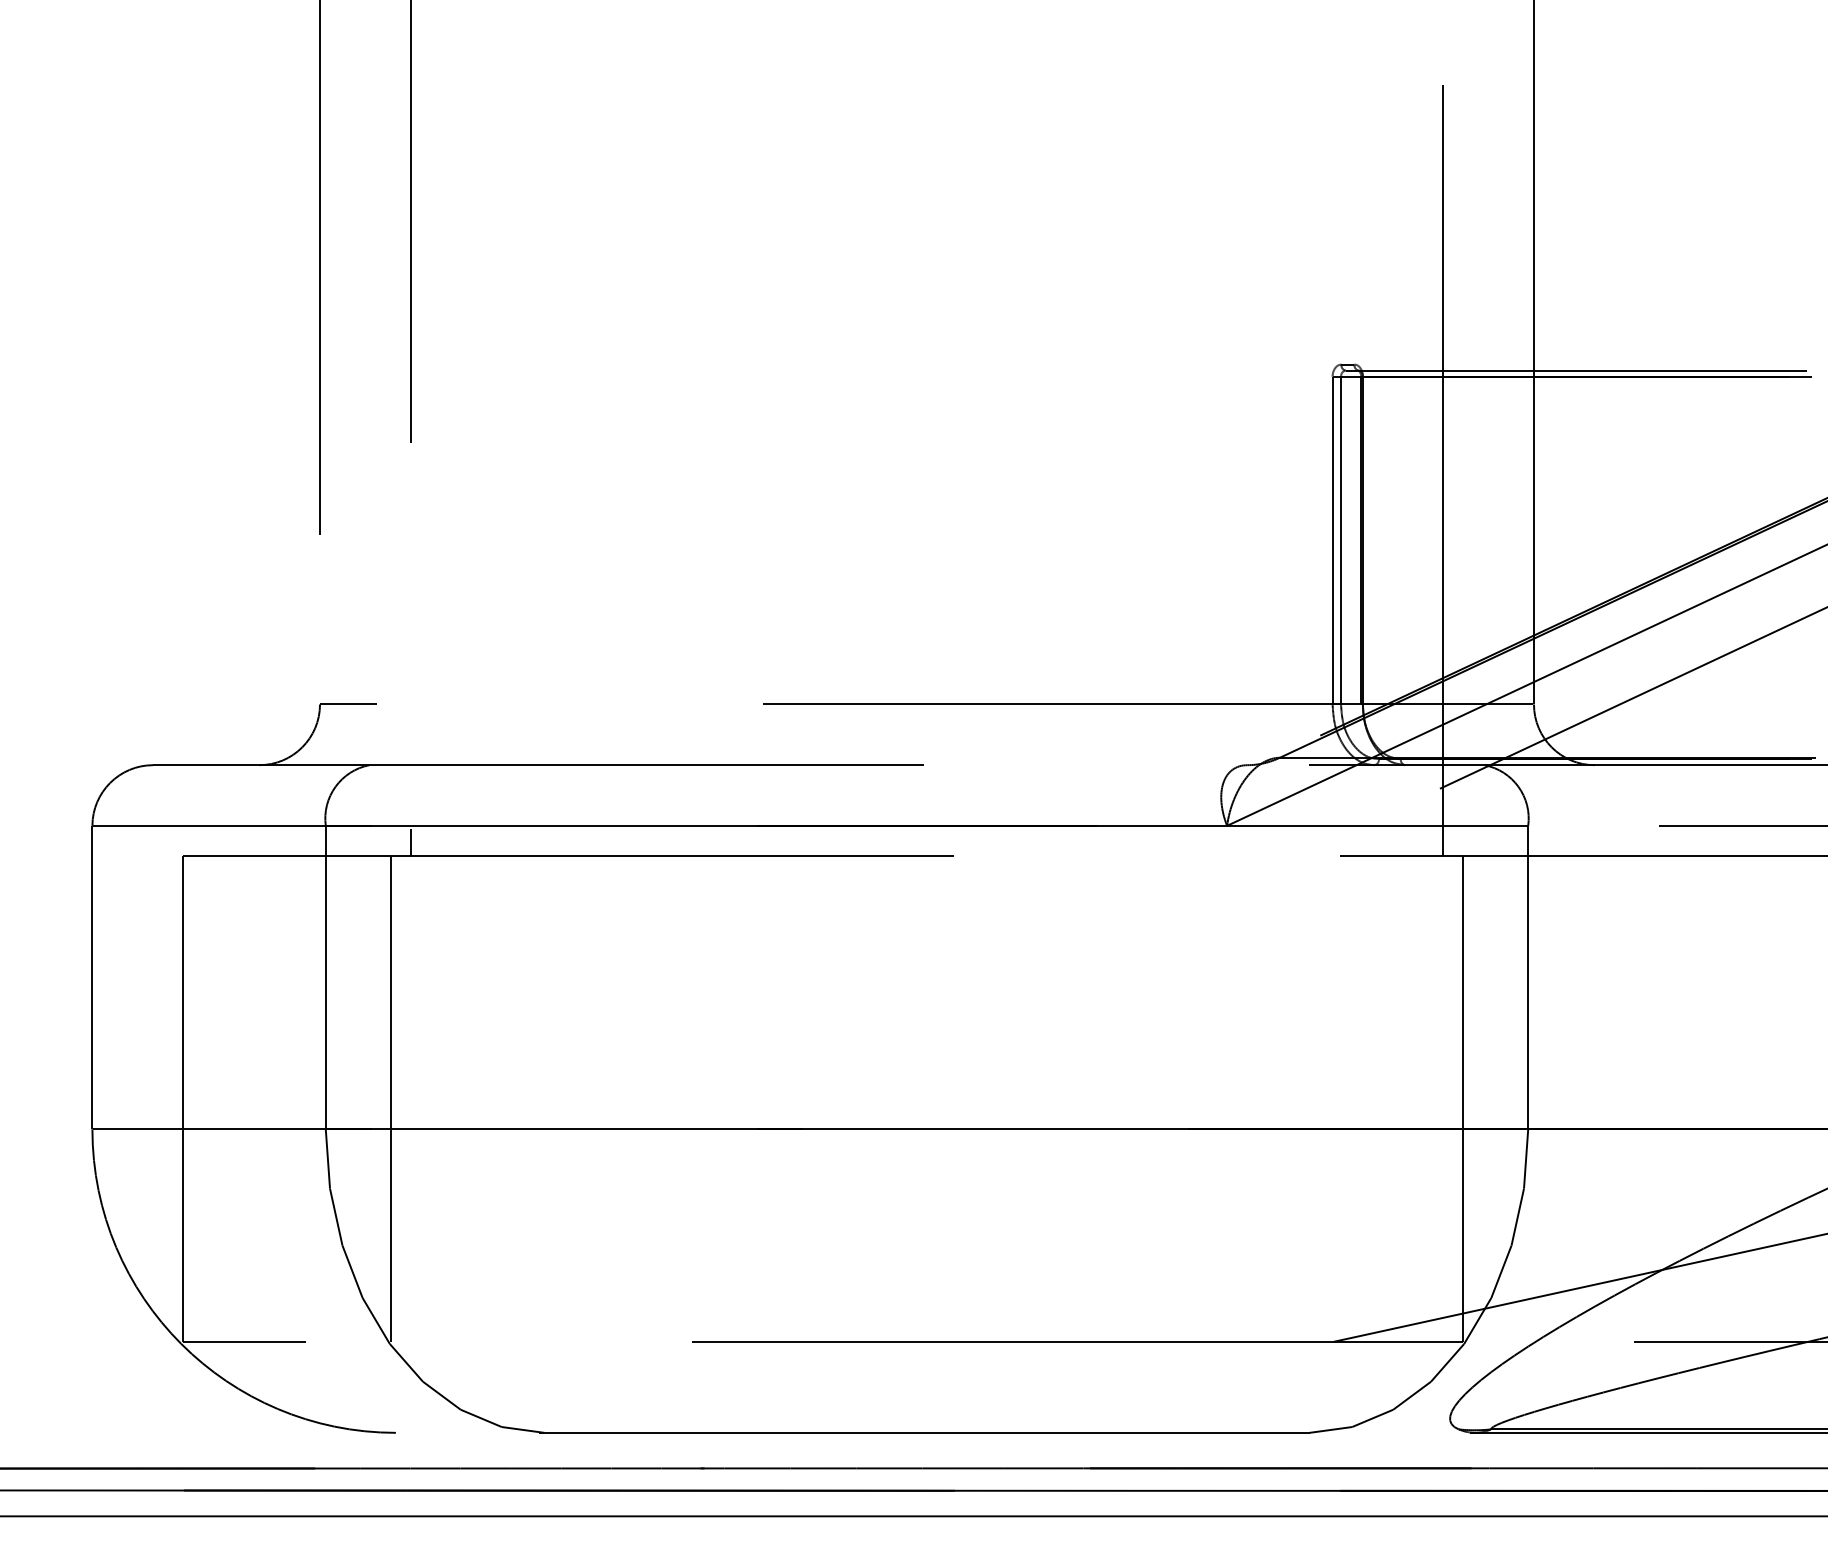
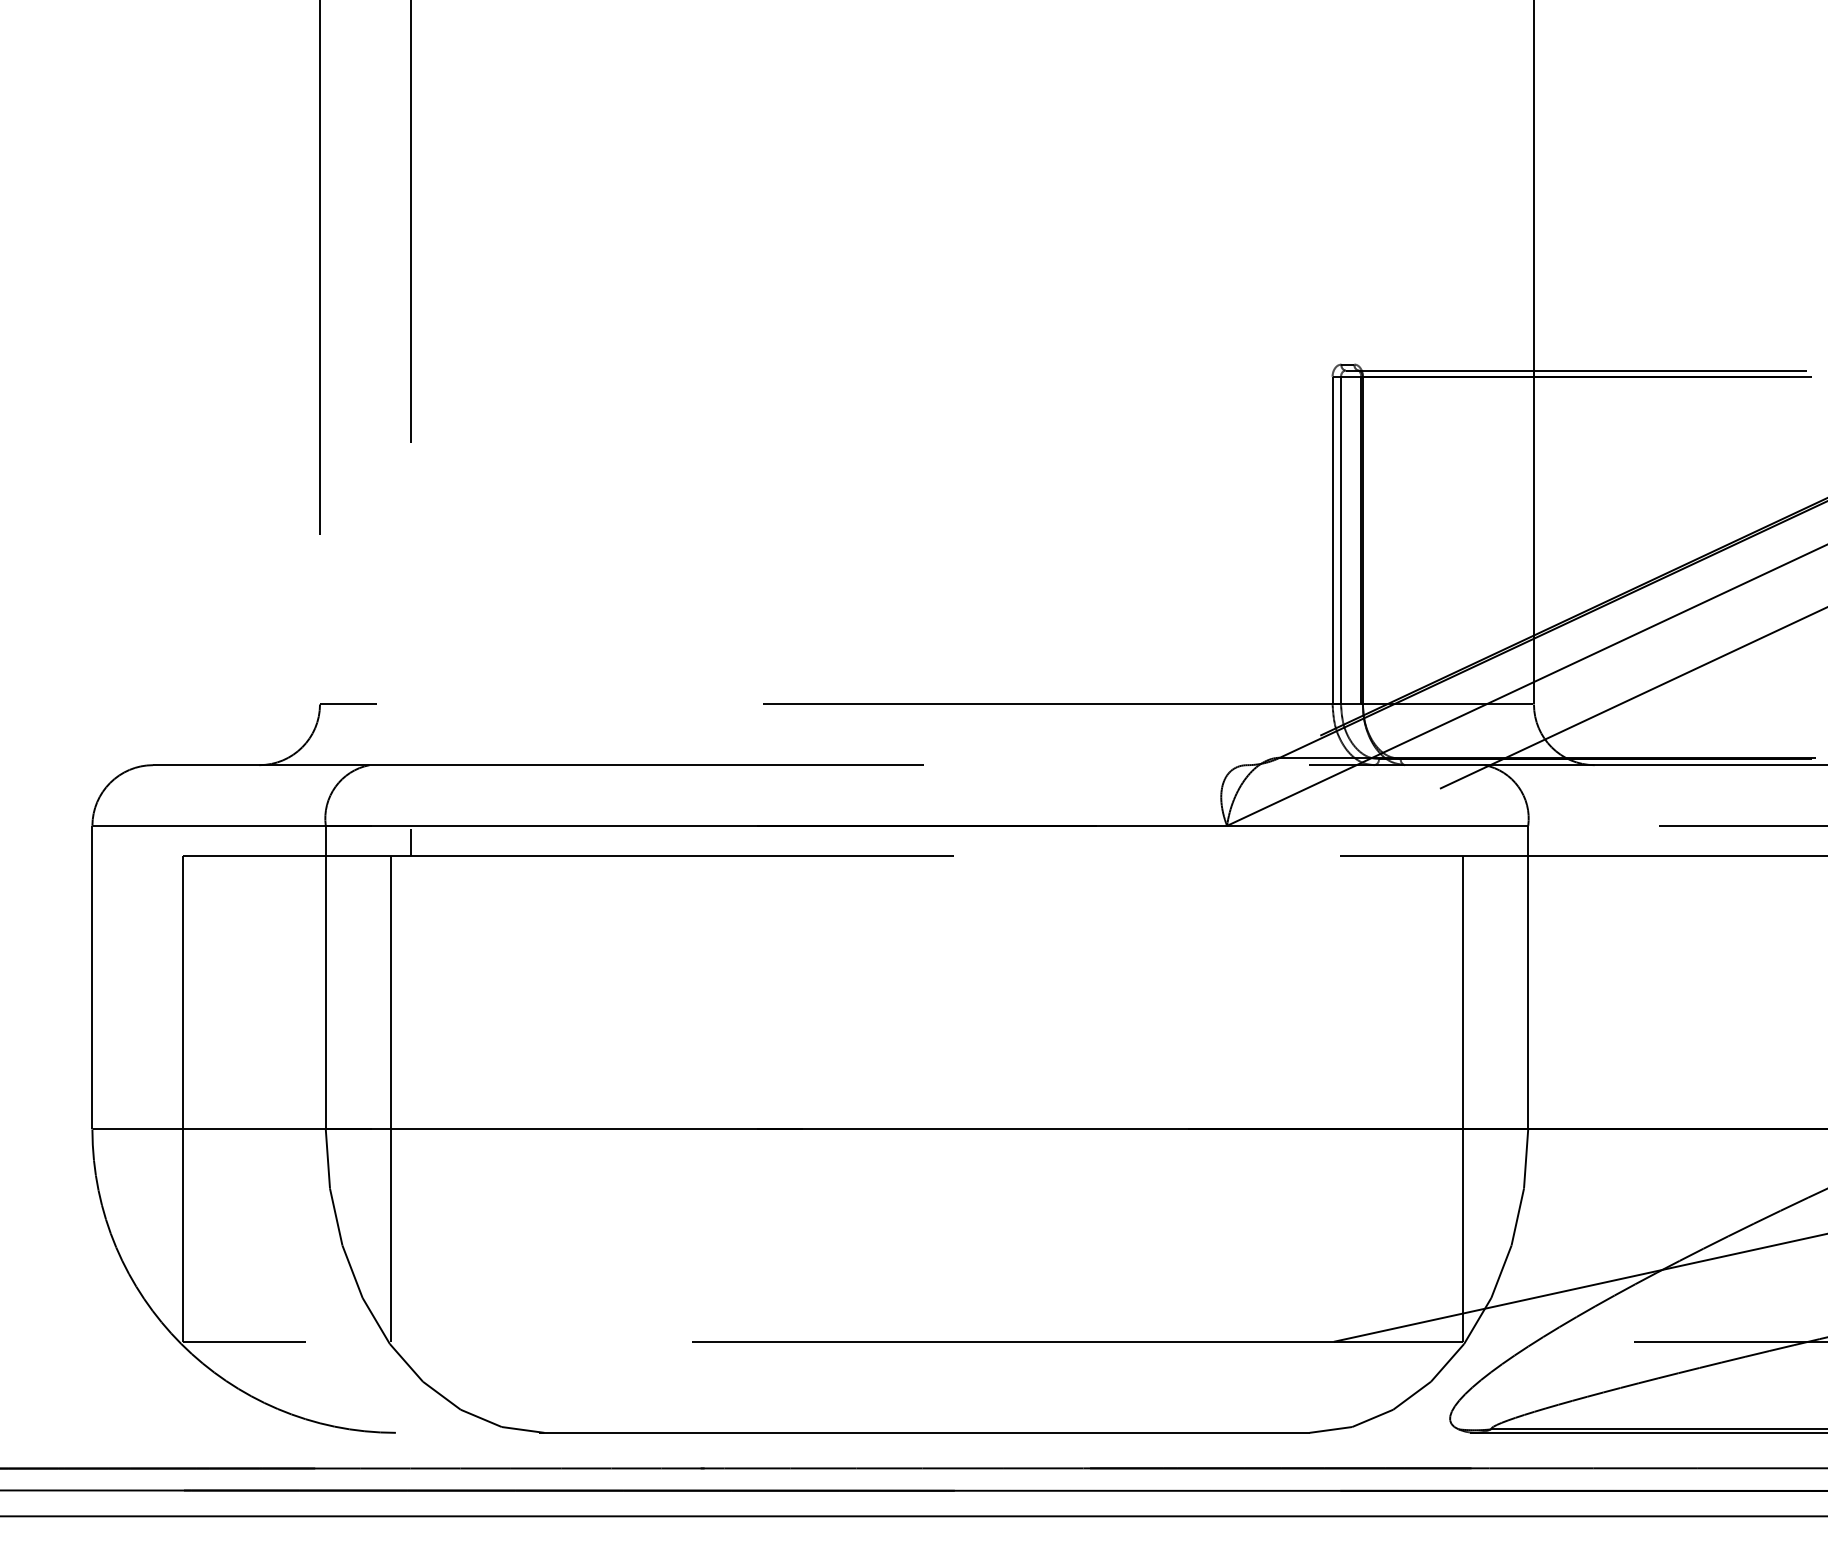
line at (1442, 429): present -> none
